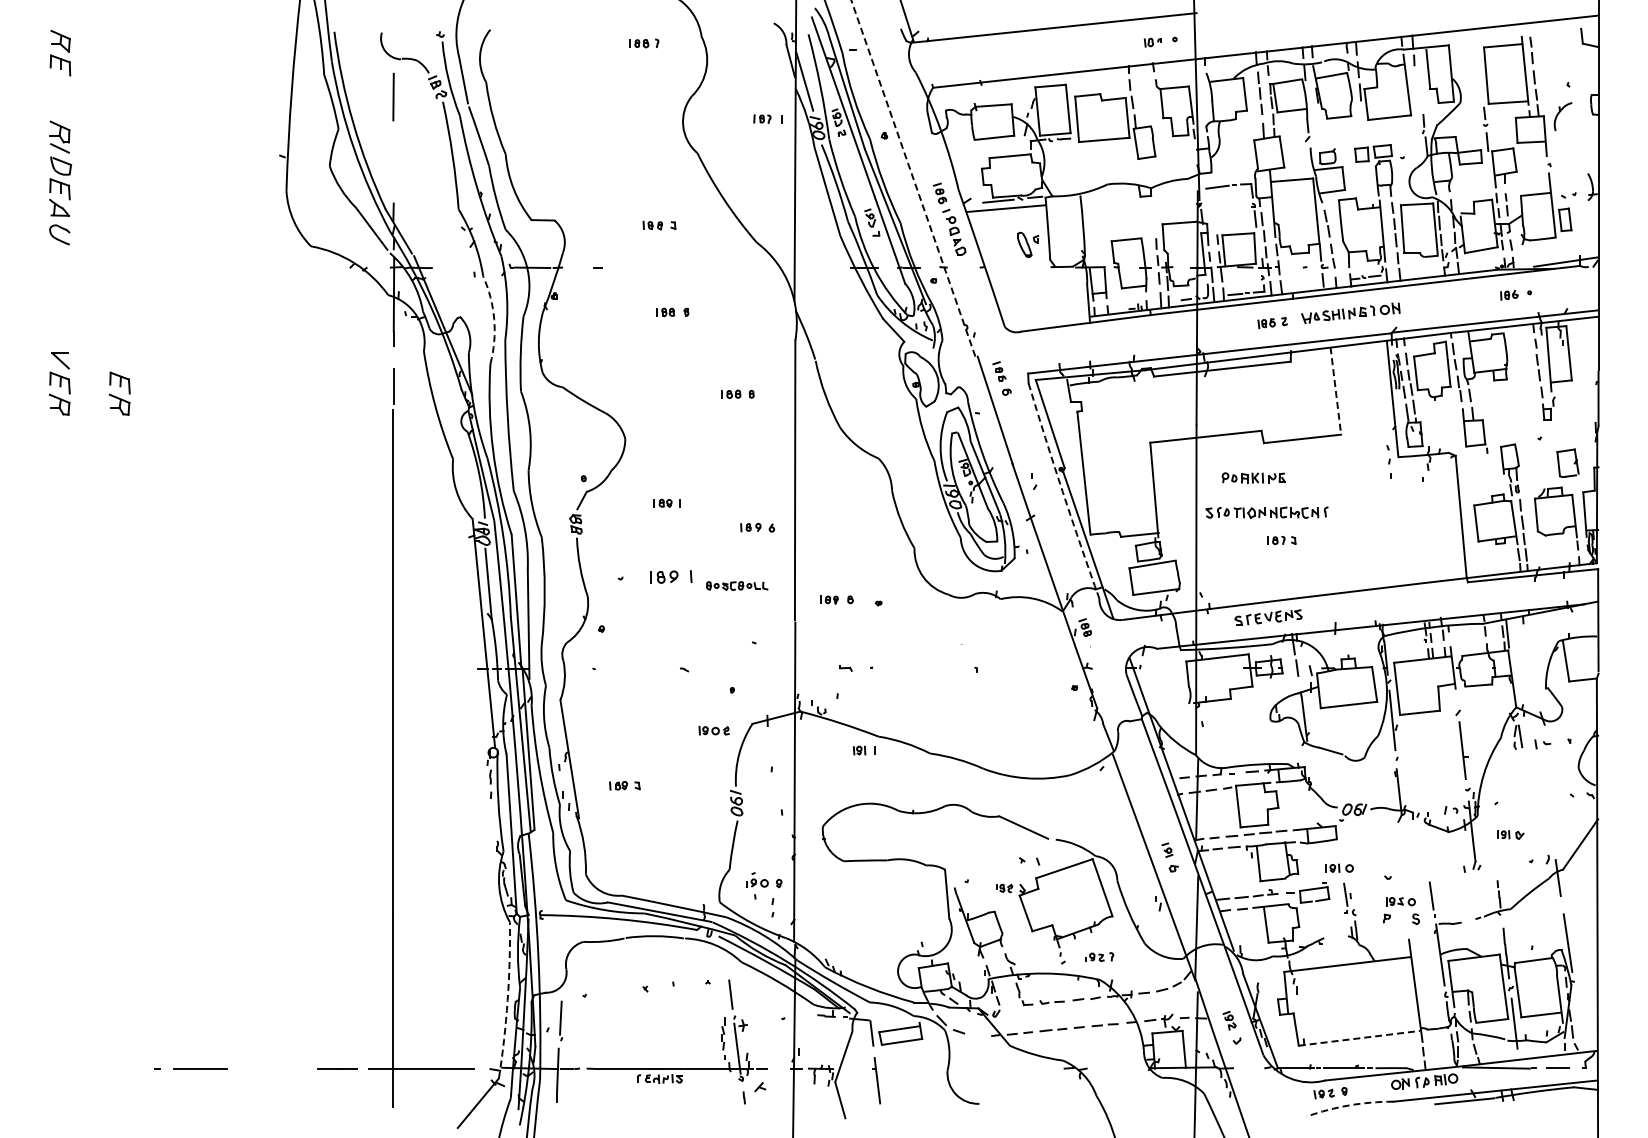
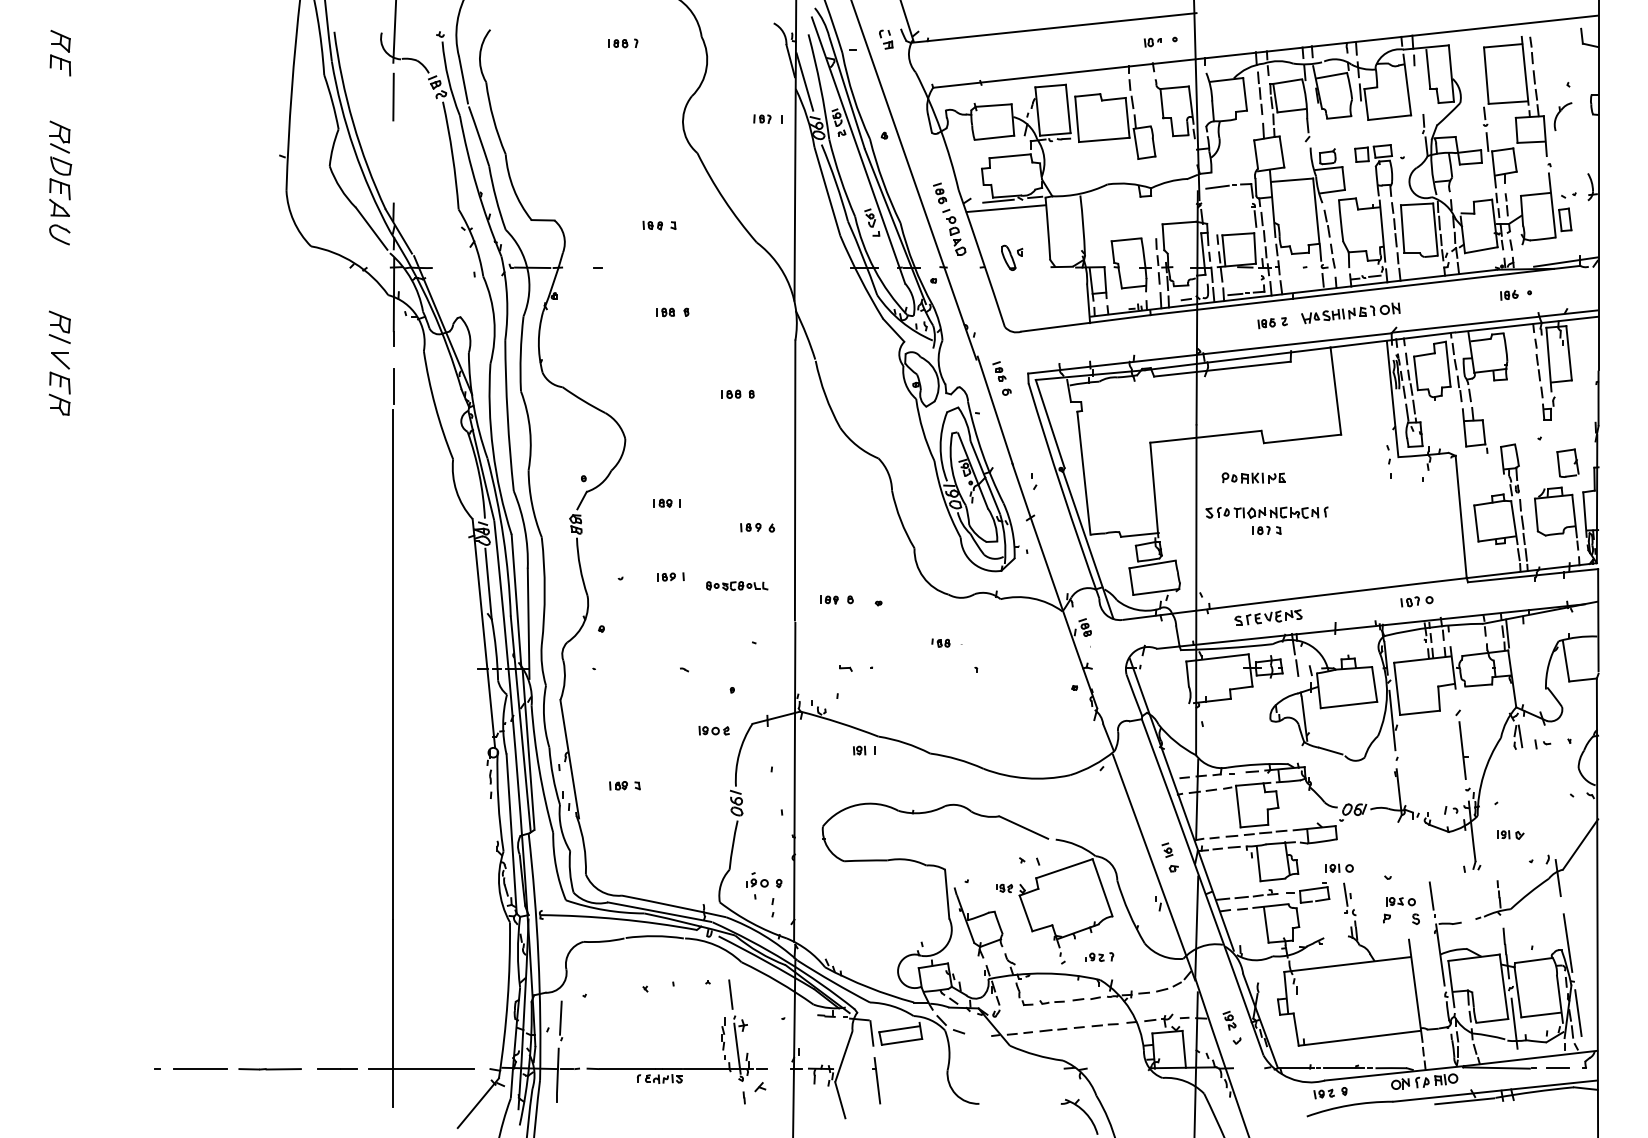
line at (394, 32): none -> present
part at (886, 39): none -> present
part at (644, 43) position: (644, 43) -> (623, 43)
line at (914, 180): dashed -> solid
part at (1028, 244) position: (1028, 244) -> (1012, 257)
arc at (494, 319): dashed -> solid
part at (59, 326): none -> present
line at (1335, 390): dashed -> solid
part at (119, 393): present -> none
arc at (1062, 491): dashed -> solid
part at (1281, 540) position: (1281, 540) -> (1266, 530)
part at (671, 576) size: 43x14 px -> 28x10 px
part at (1416, 601): none -> present
part at (940, 642): none -> present
arc at (507, 1000): dashed -> solid
line at (1578, 1013): none -> present
line at (1359, 1038): dashed -> solid
line at (269, 1069): none -> present
arc at (1349, 1105): dashed -> solid
part at (1079, 1116): none -> present
